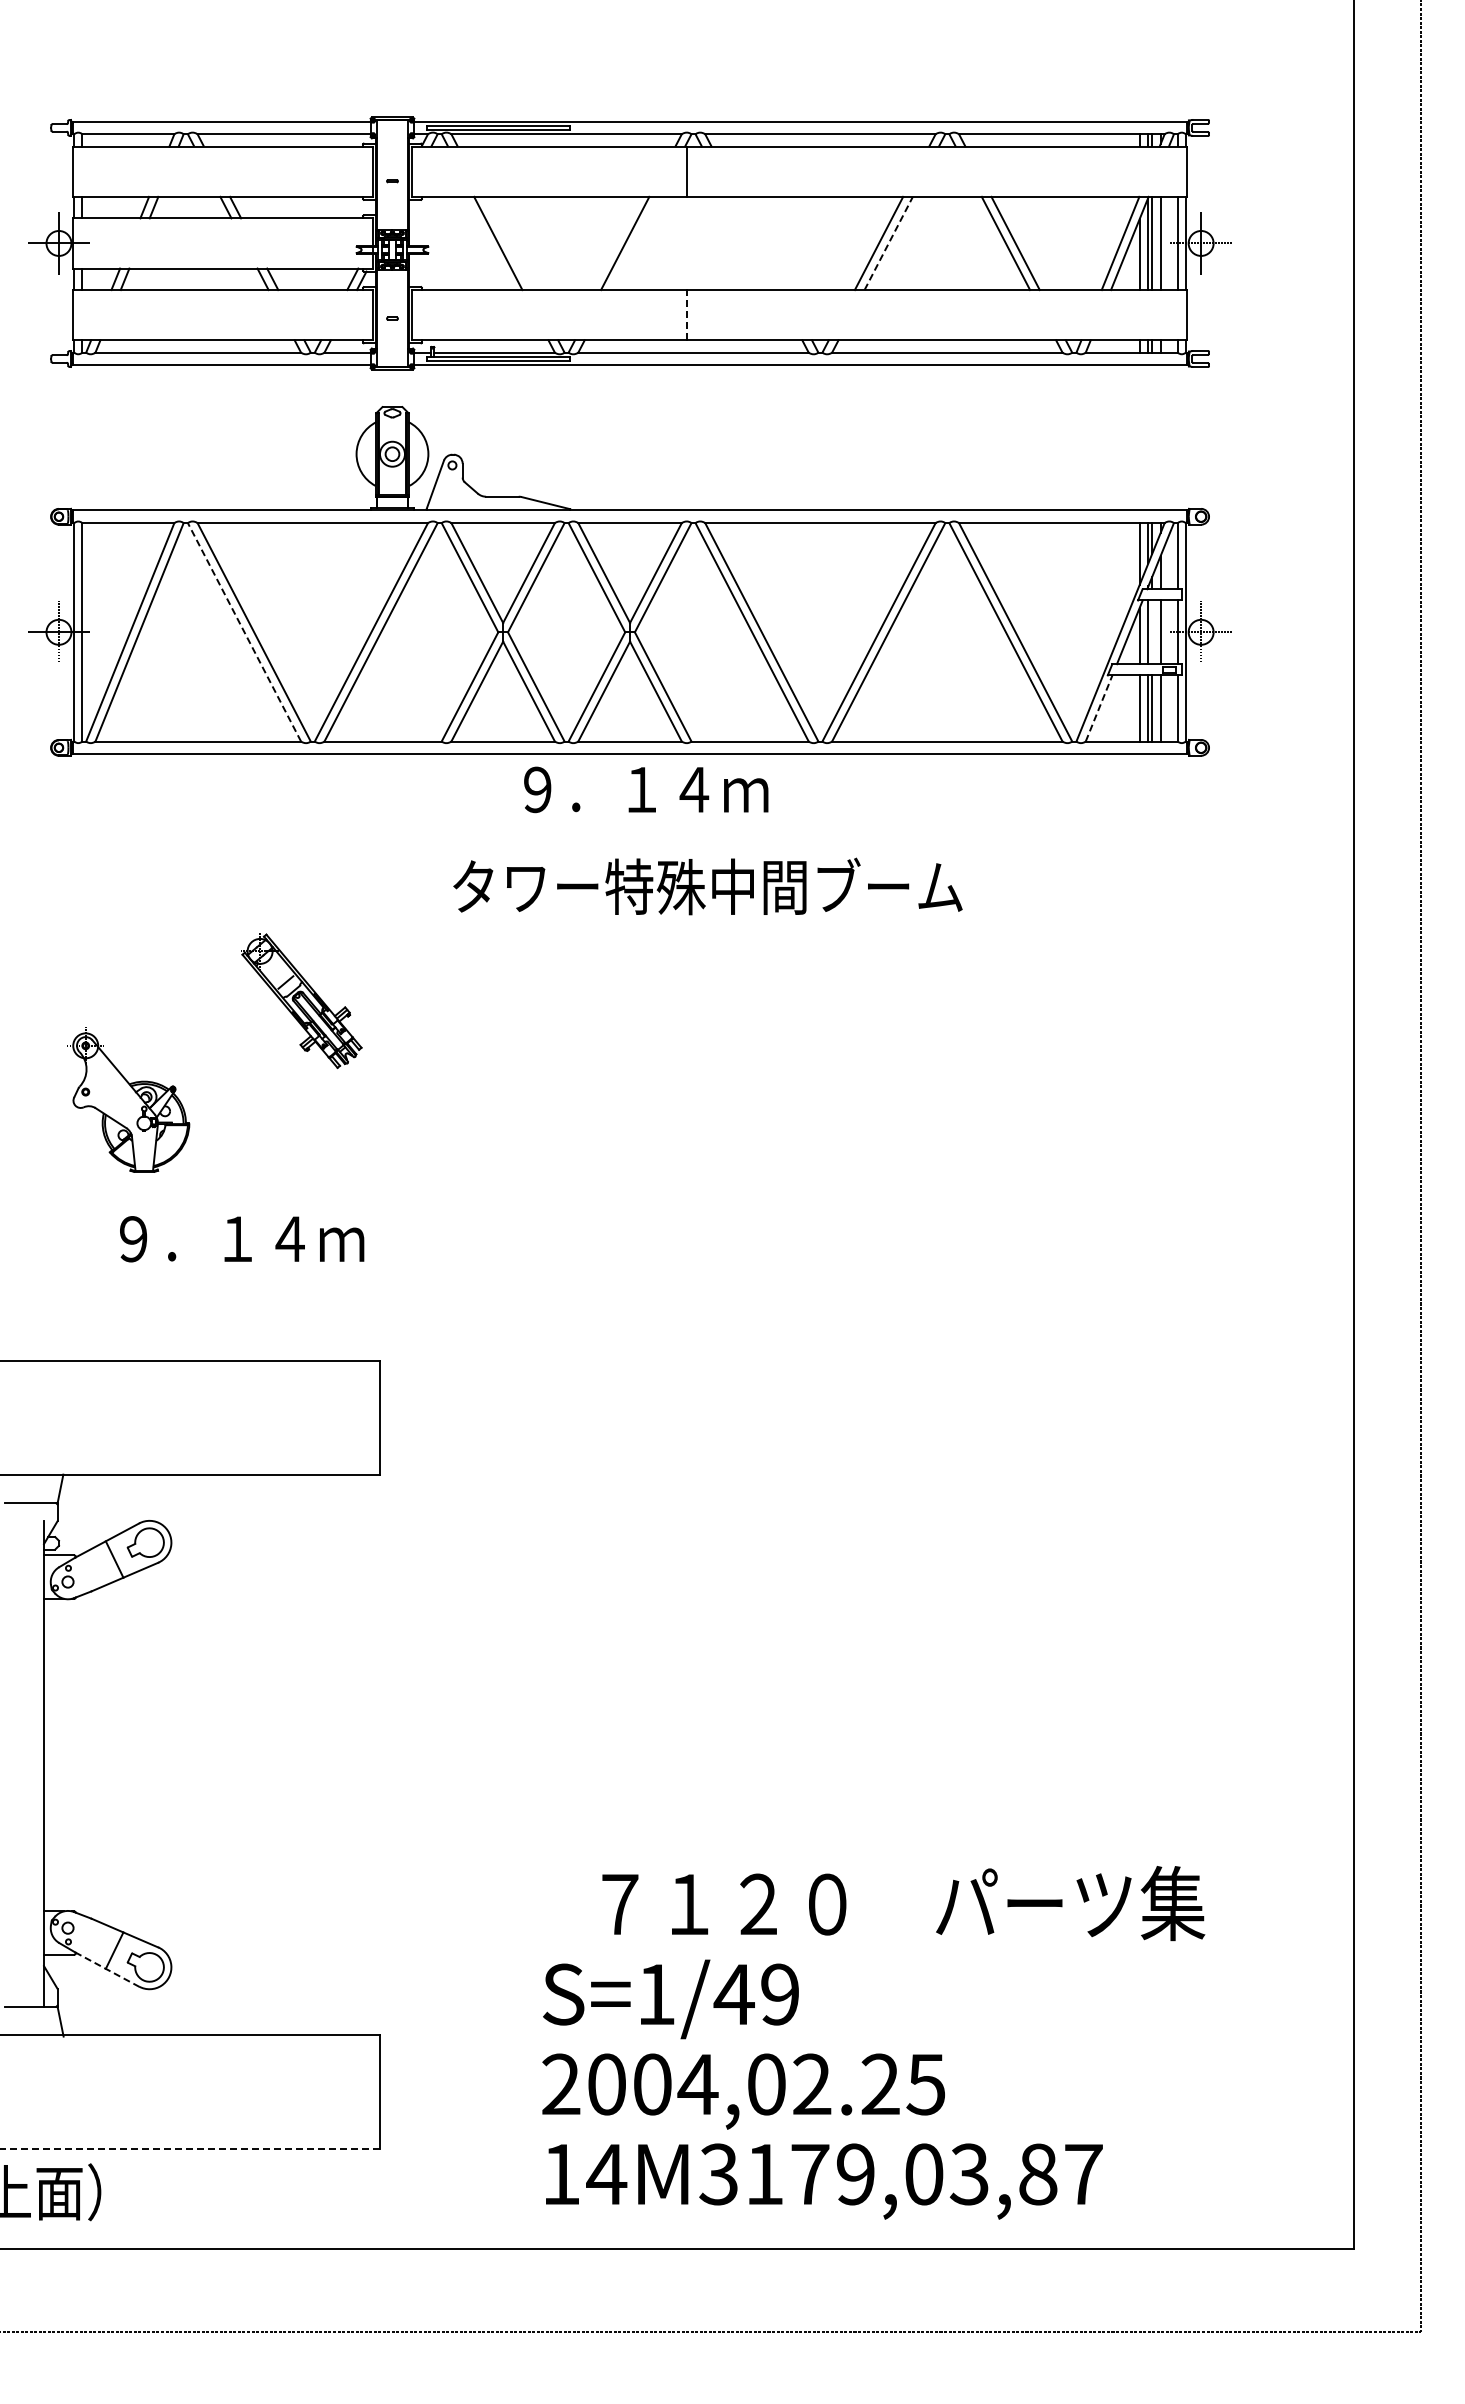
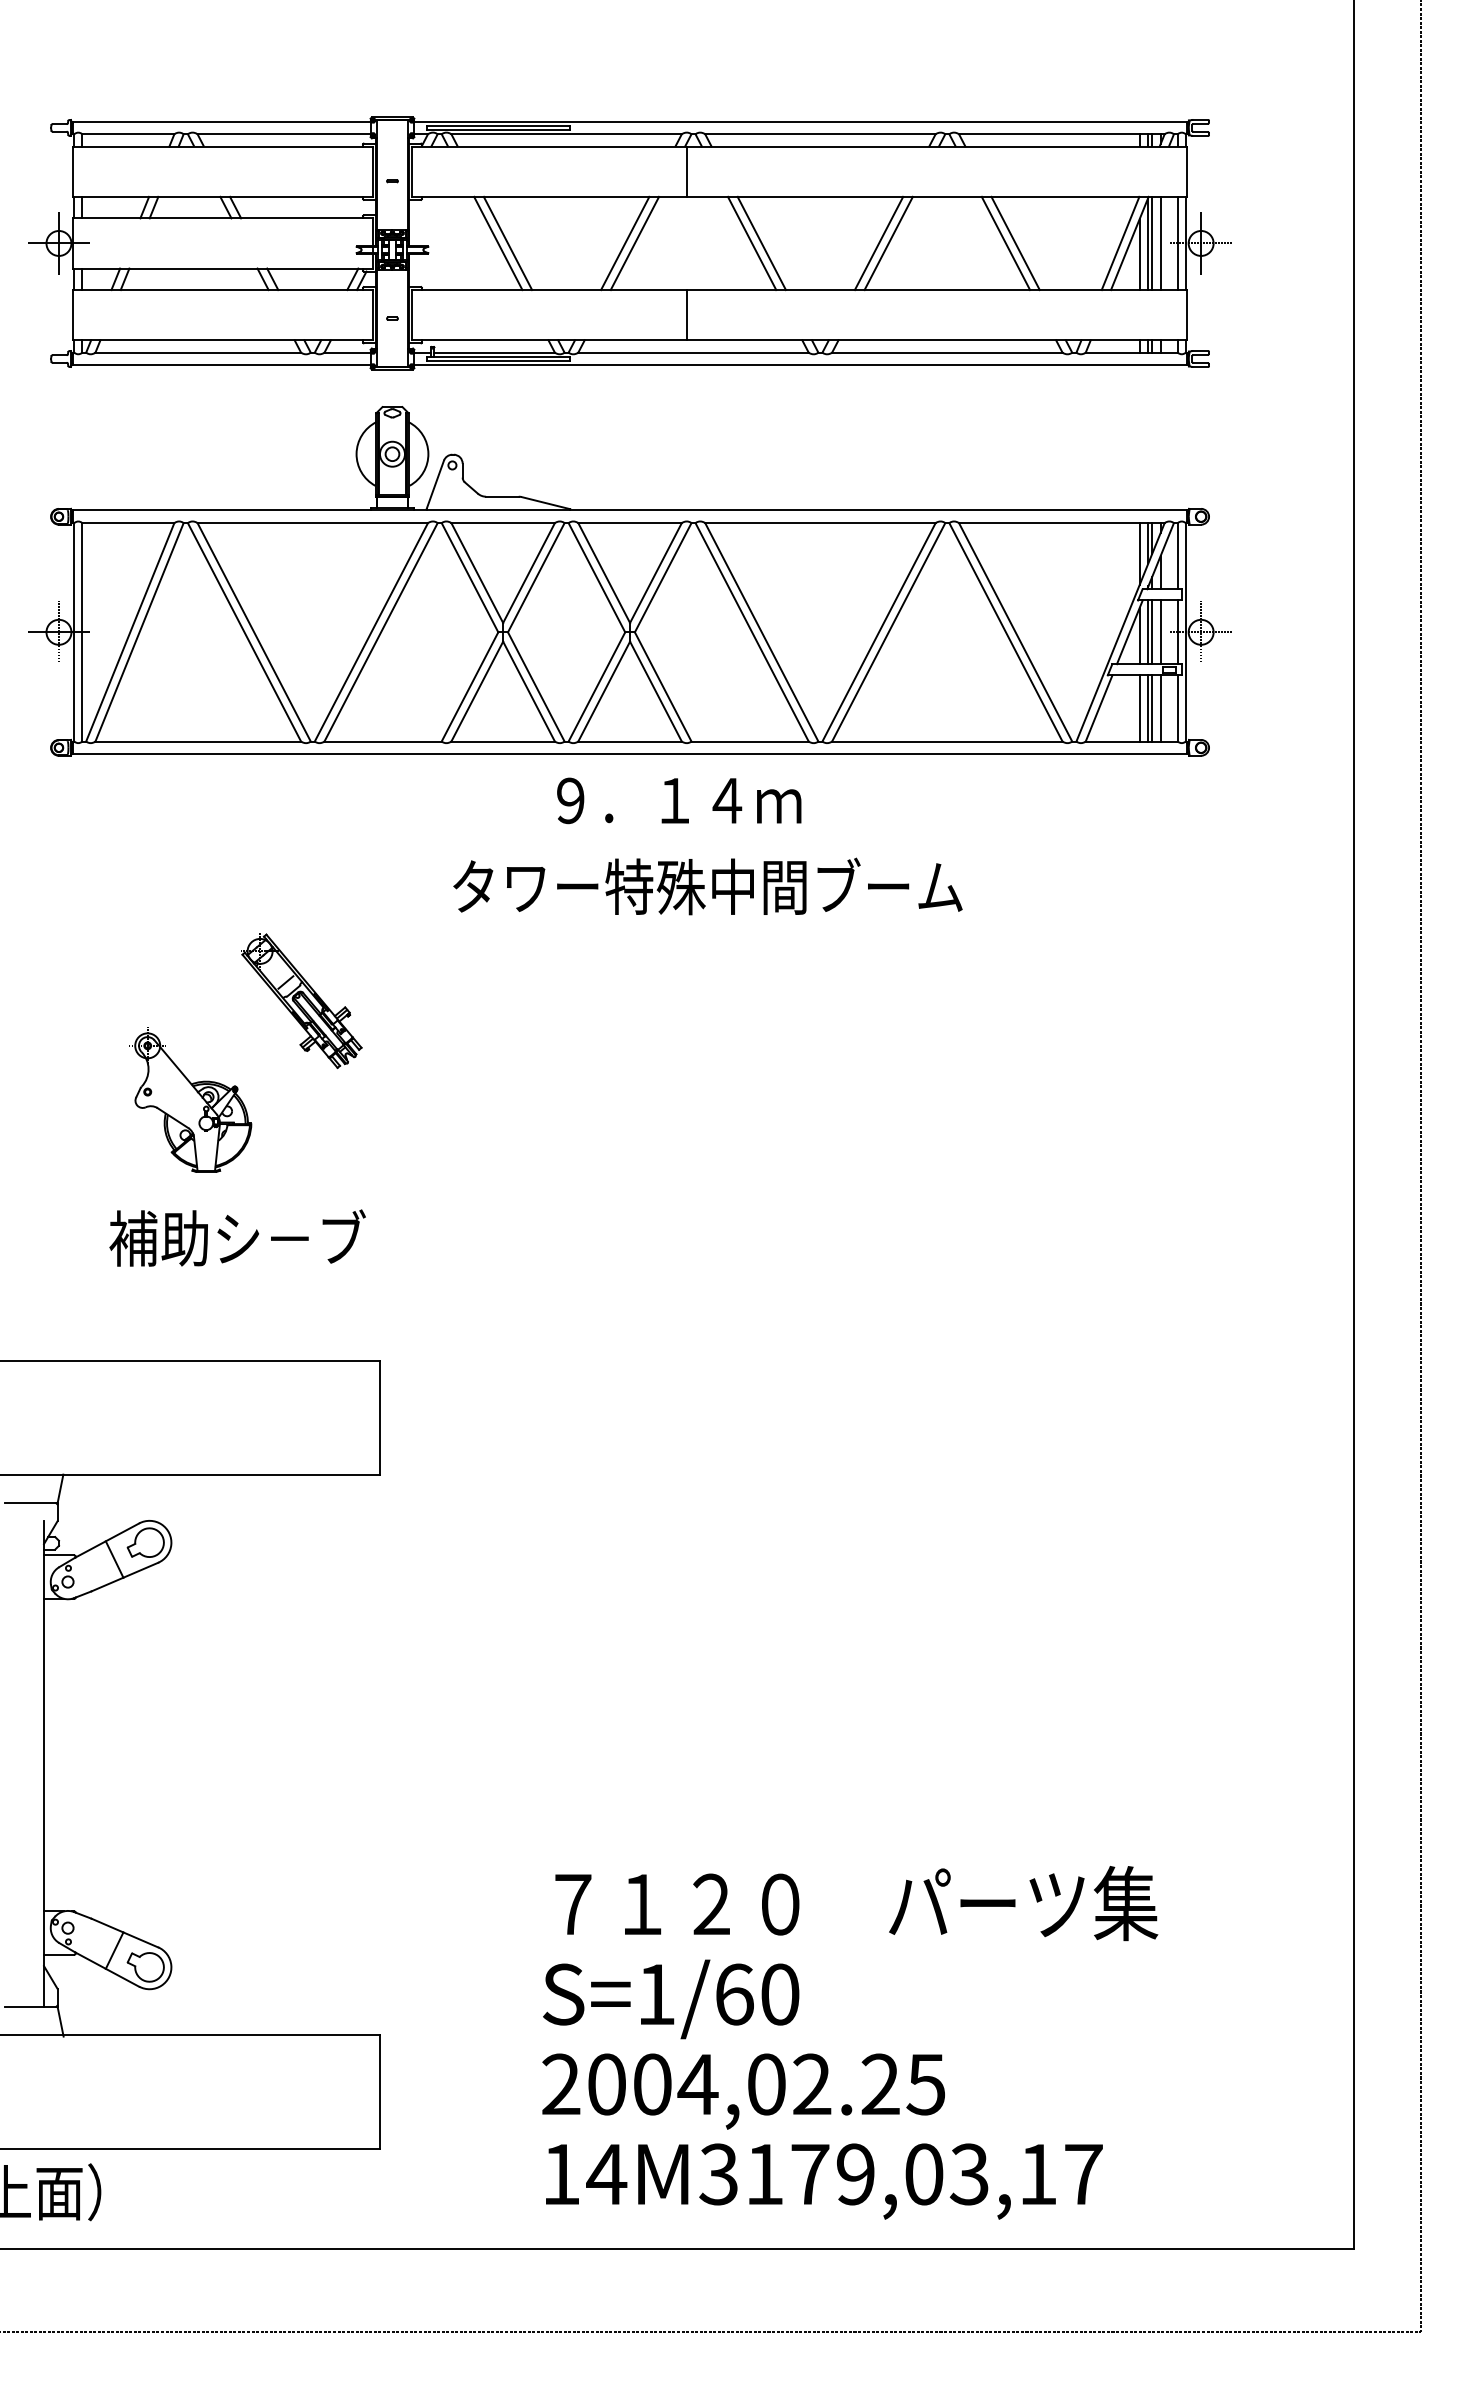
line at (507, 243): none -> present
line at (634, 243): none -> present
line at (751, 243): none -> present
line at (761, 243): none -> present
line at (888, 243): dashed -> solid
line at (687, 314): dashed -> solid
line at (244, 632): dashed -> solid
line at (1152, 632): none -> present
line at (1099, 708): dashed -> solid
text at (646, 789) position: (646, 789) -> (679, 800)
part at (128, 1099) position: (128, 1099) -> (190, 1099)
text at (237, 1237): ９．１４ｍ -> 補助シ－ブ
text at (903, 1903) position: (903, 1903) -> (856, 1903)
line at (107, 1969): dashed -> solid
text at (756, 1994): S=1/49 -> S=1/60
line at (190, 2149): dashed -> solid
text at (1038, 2174): 14M3179,03,87 -> 14M3179,03,17
